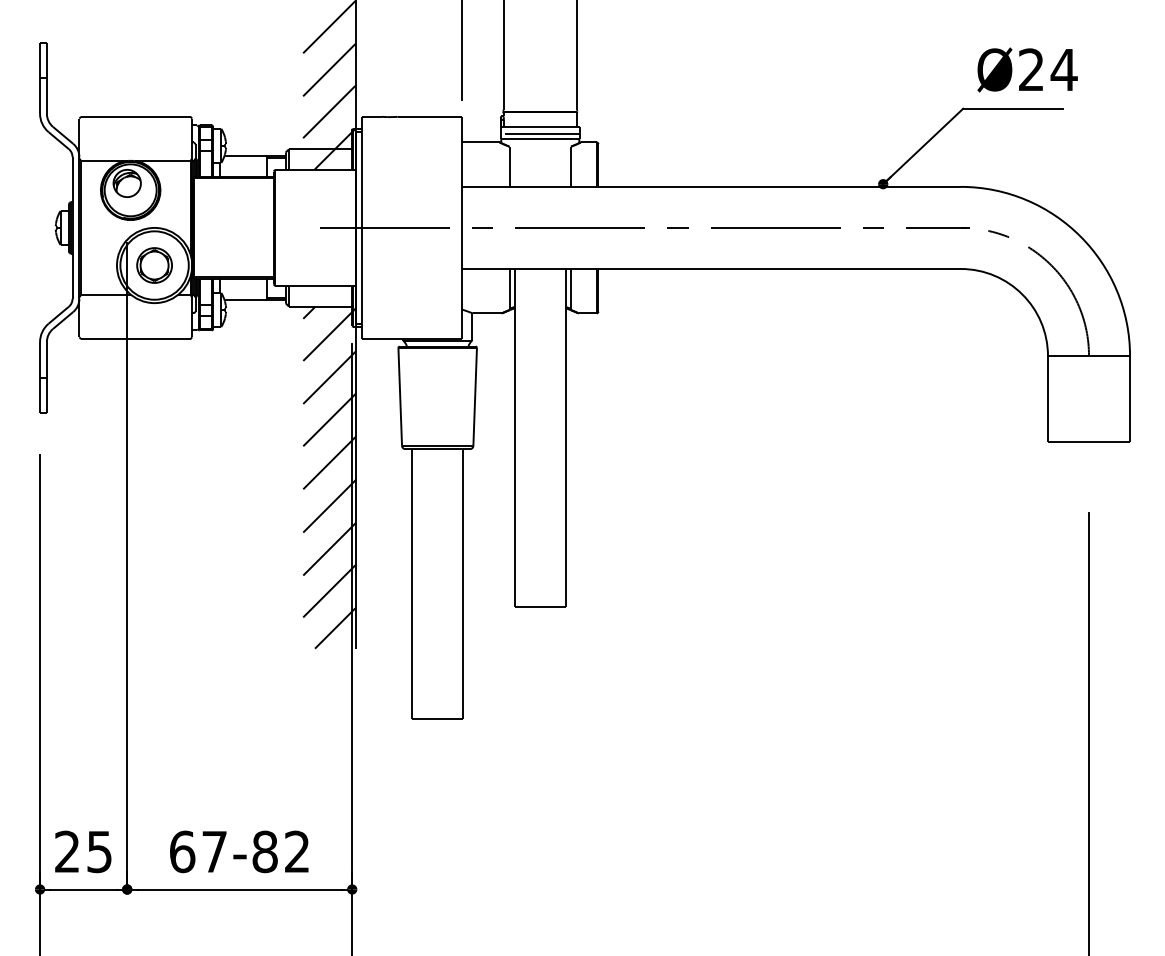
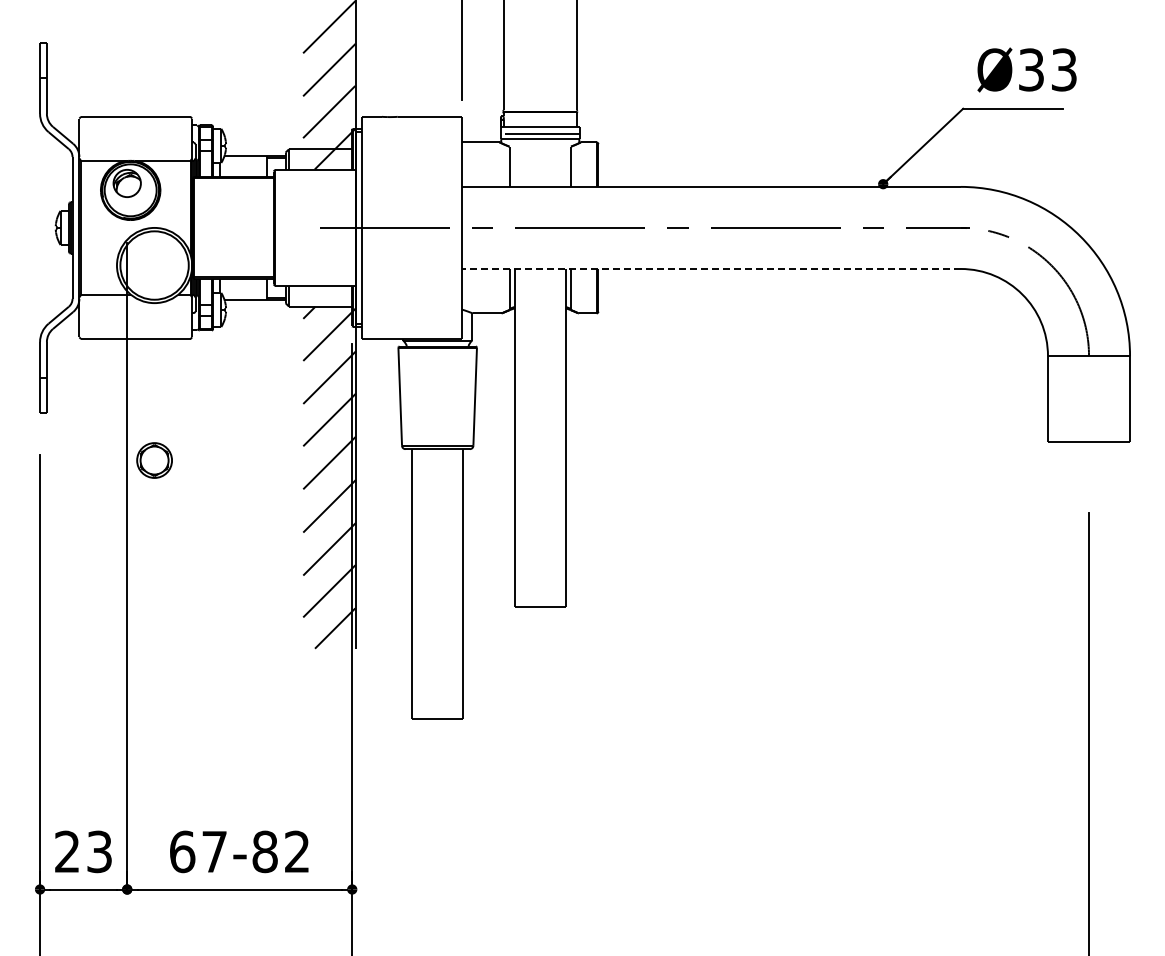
text at (1048, 69): Ø24 -> Ø33
part at (154, 265) position: (154, 265) -> (154, 460)
line at (711, 268): solid -> dashed
text at (99, 851): 25 -> 23
